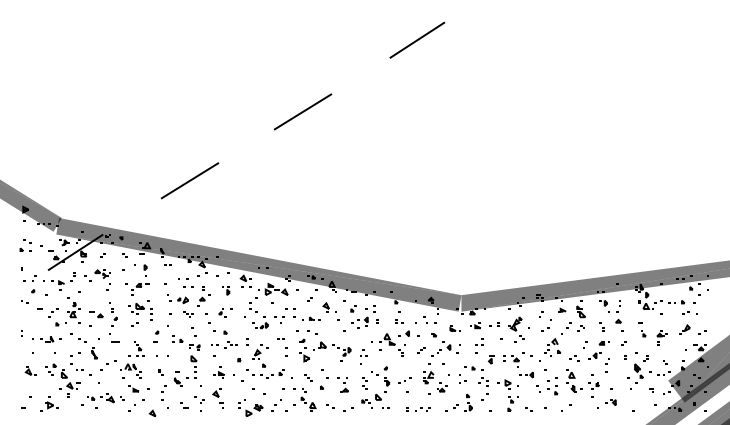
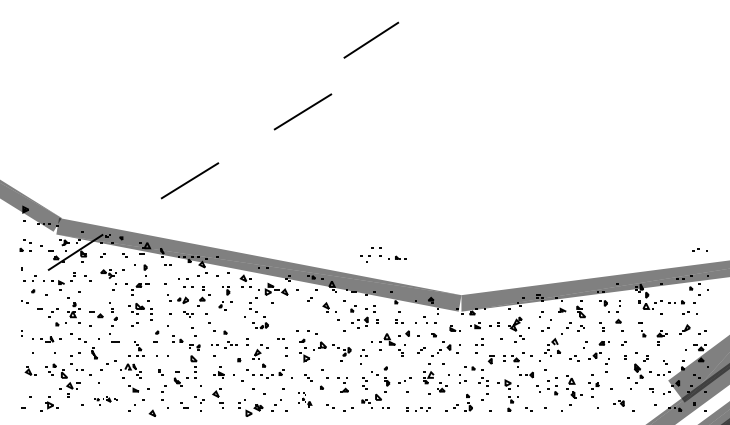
line at (417, 39) position: (417, 39) -> (371, 39)
part at (699, 249): none -> present
part at (102, 279) position: (102, 279) -> (108, 279)
part at (225, 312) position: (225, 312) -> (225, 305)
part at (297, 315) position: (297, 315) -> (383, 254)
part at (574, 380) position: (574, 380) -> (574, 386)
part at (304, 399) size: 24x24 px -> 15x16 px
part at (105, 400) size: 38x16 px -> 24x10 px
part at (610, 402) position: (610, 402) -> (618, 403)
